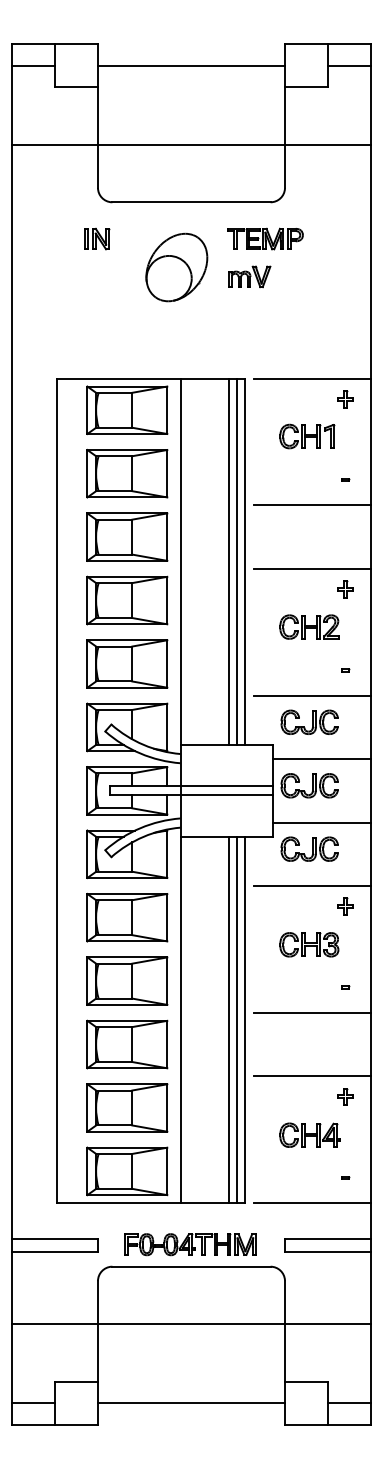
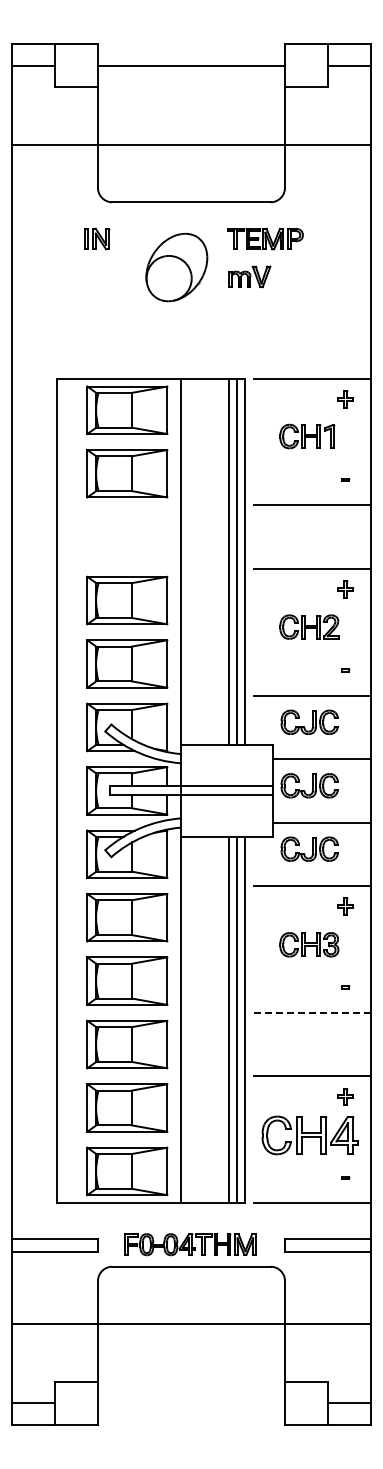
part at (127, 536): present -> none
line at (312, 1012): solid -> dashed
part at (309, 1134) size: 62x26 px -> 98x41 px
line at (191, 1403): present -> none
